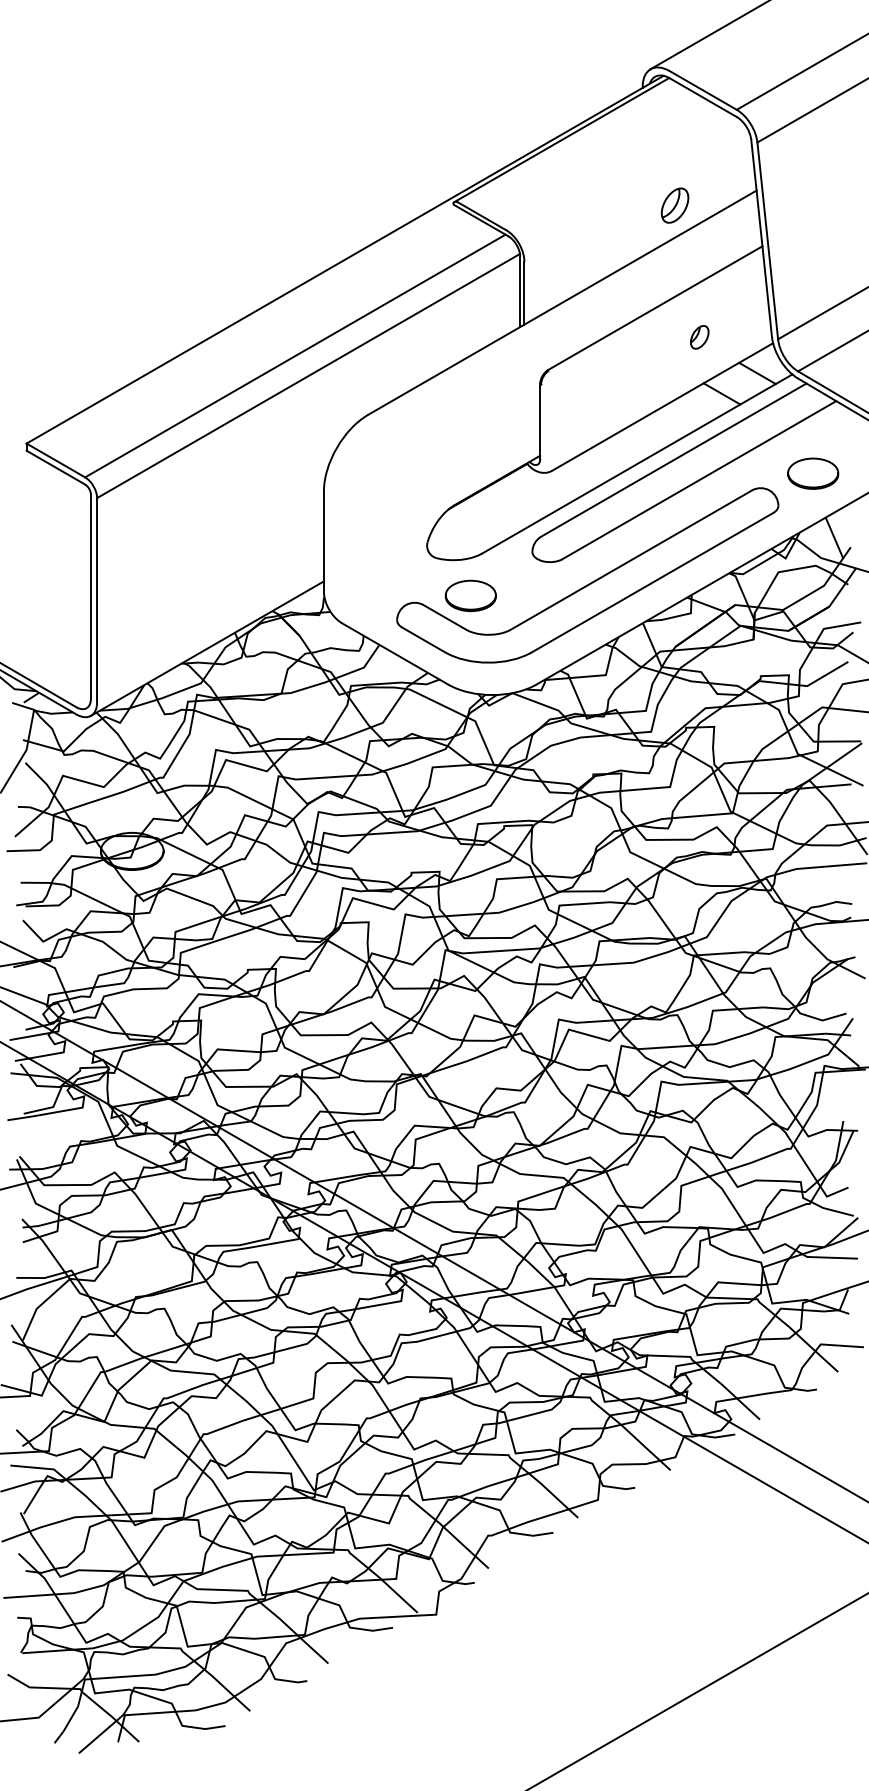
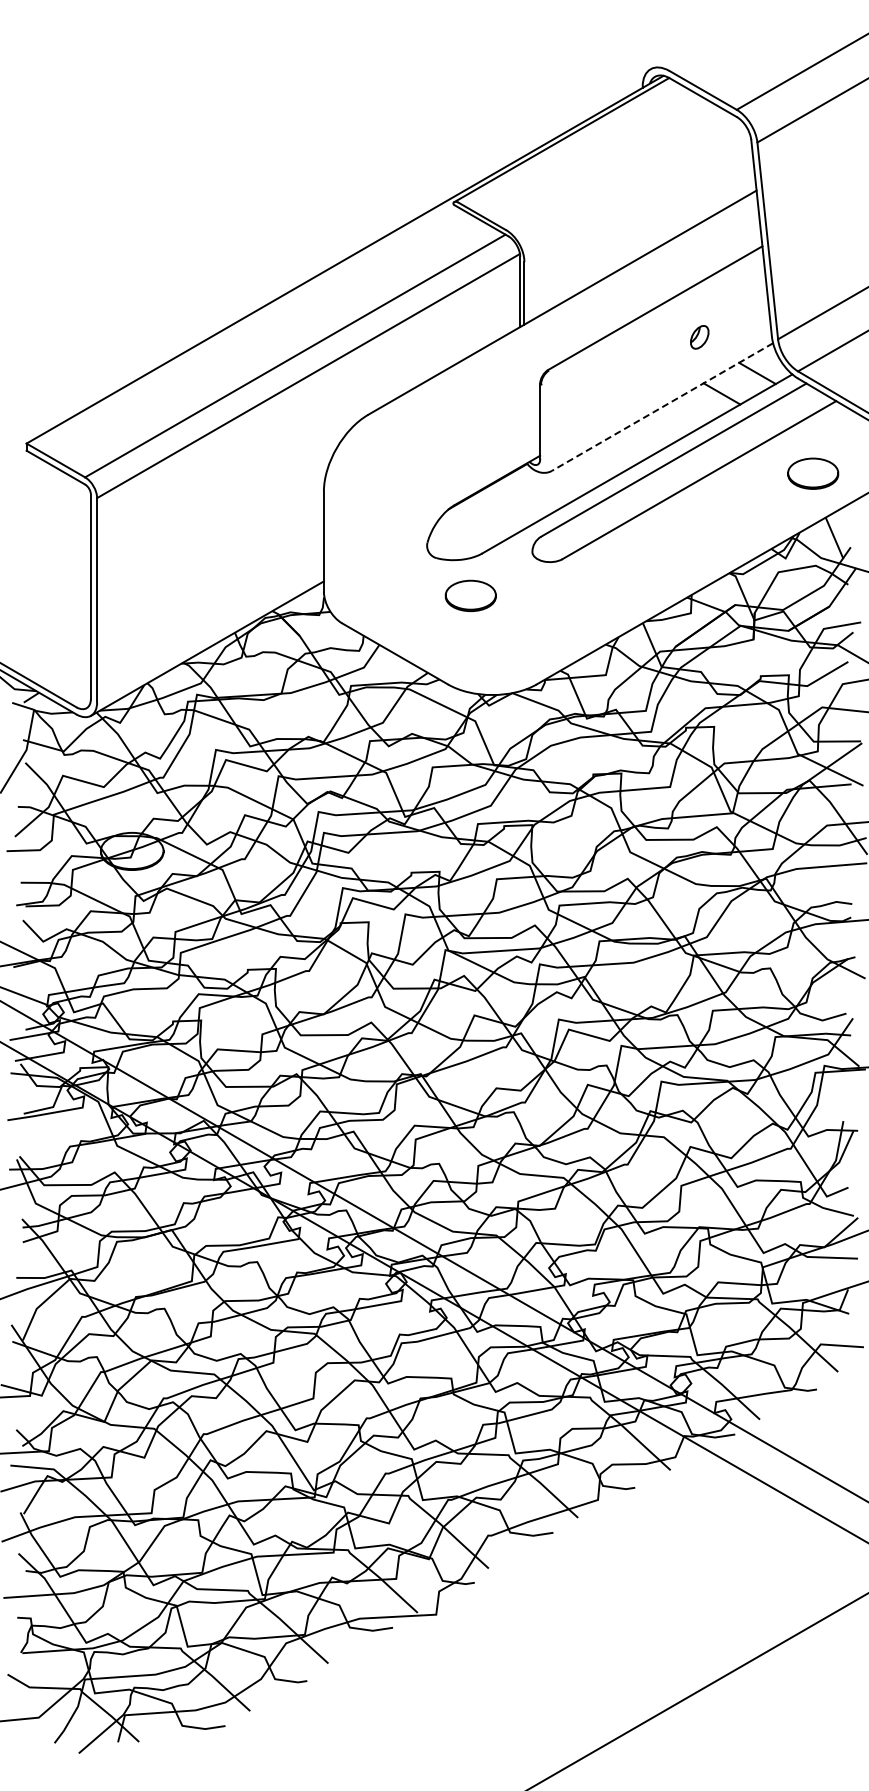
line at (708, 35): present -> none
part at (674, 205): present -> none
line at (662, 407): solid -> dashed
part at (590, 582): present -> none
